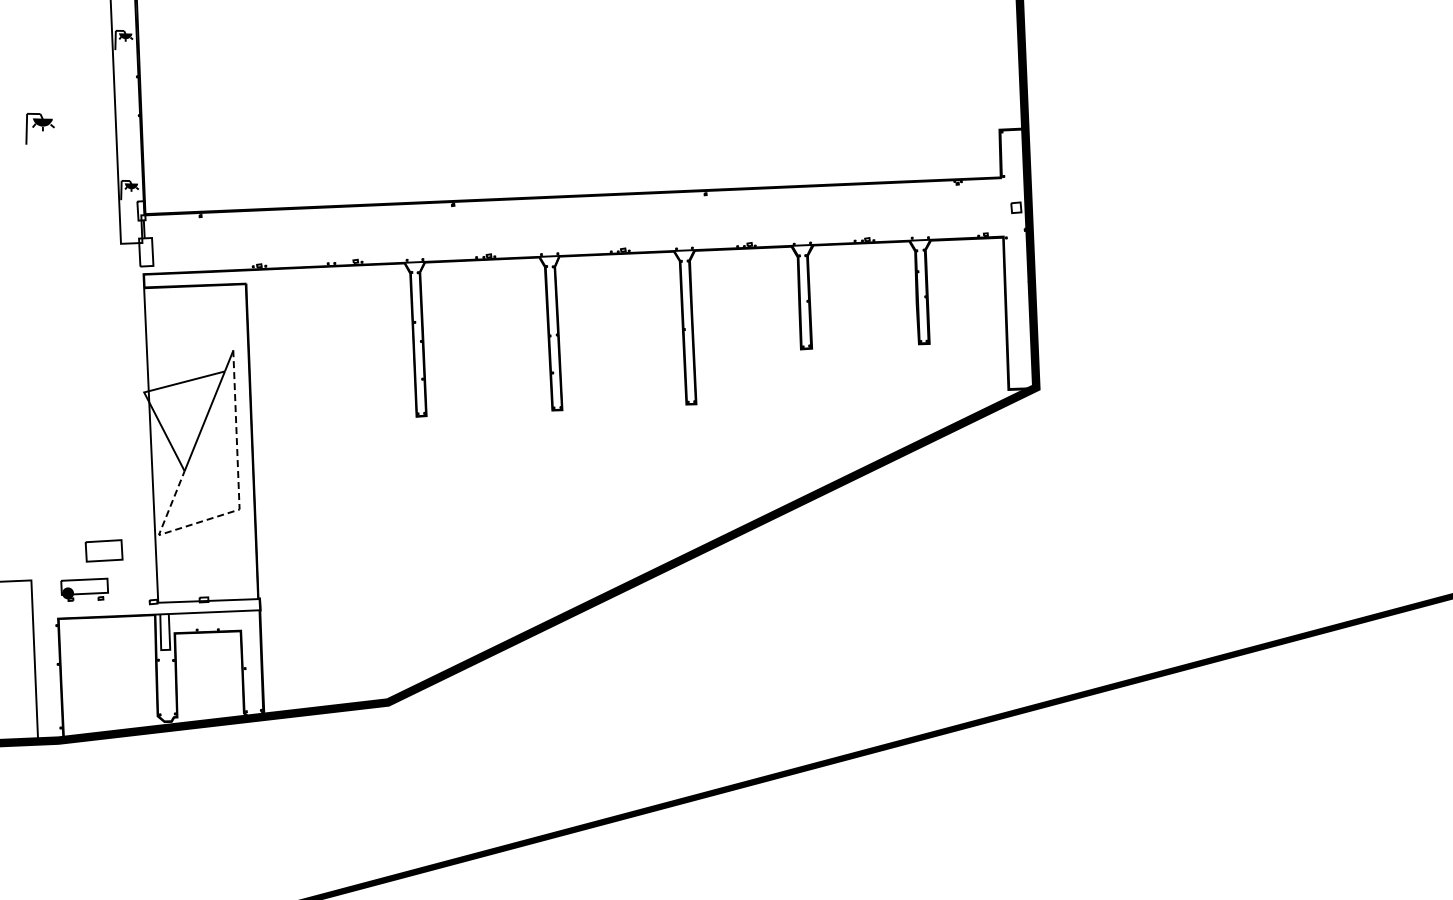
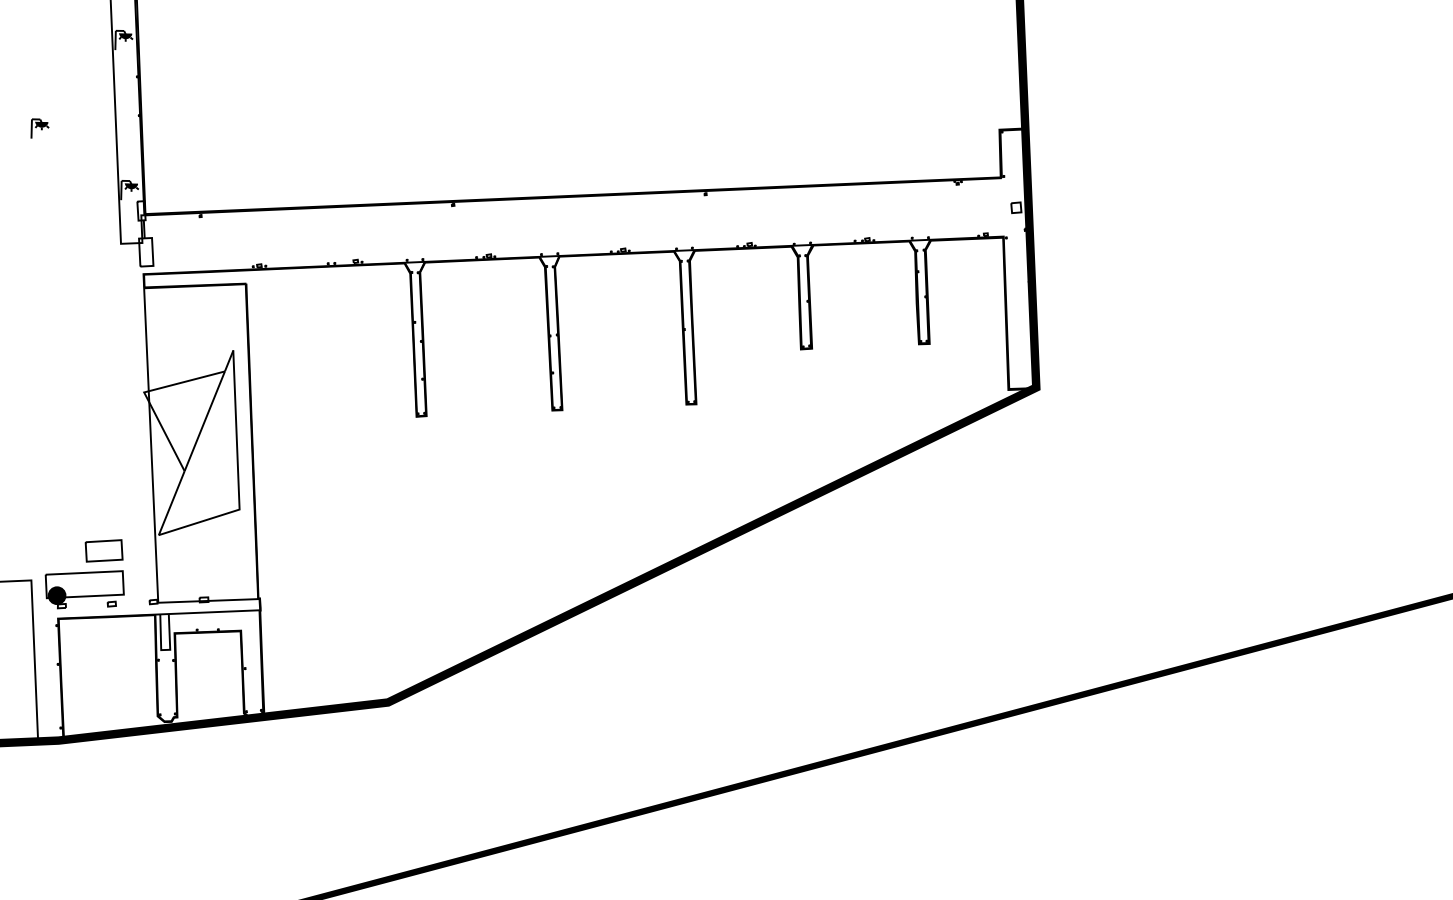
part at (39, 128) size: 30x32 px -> 20x21 px
line at (239, 507): dashed -> solid
part at (84, 589) size: 49x25 px -> 81x40 px
